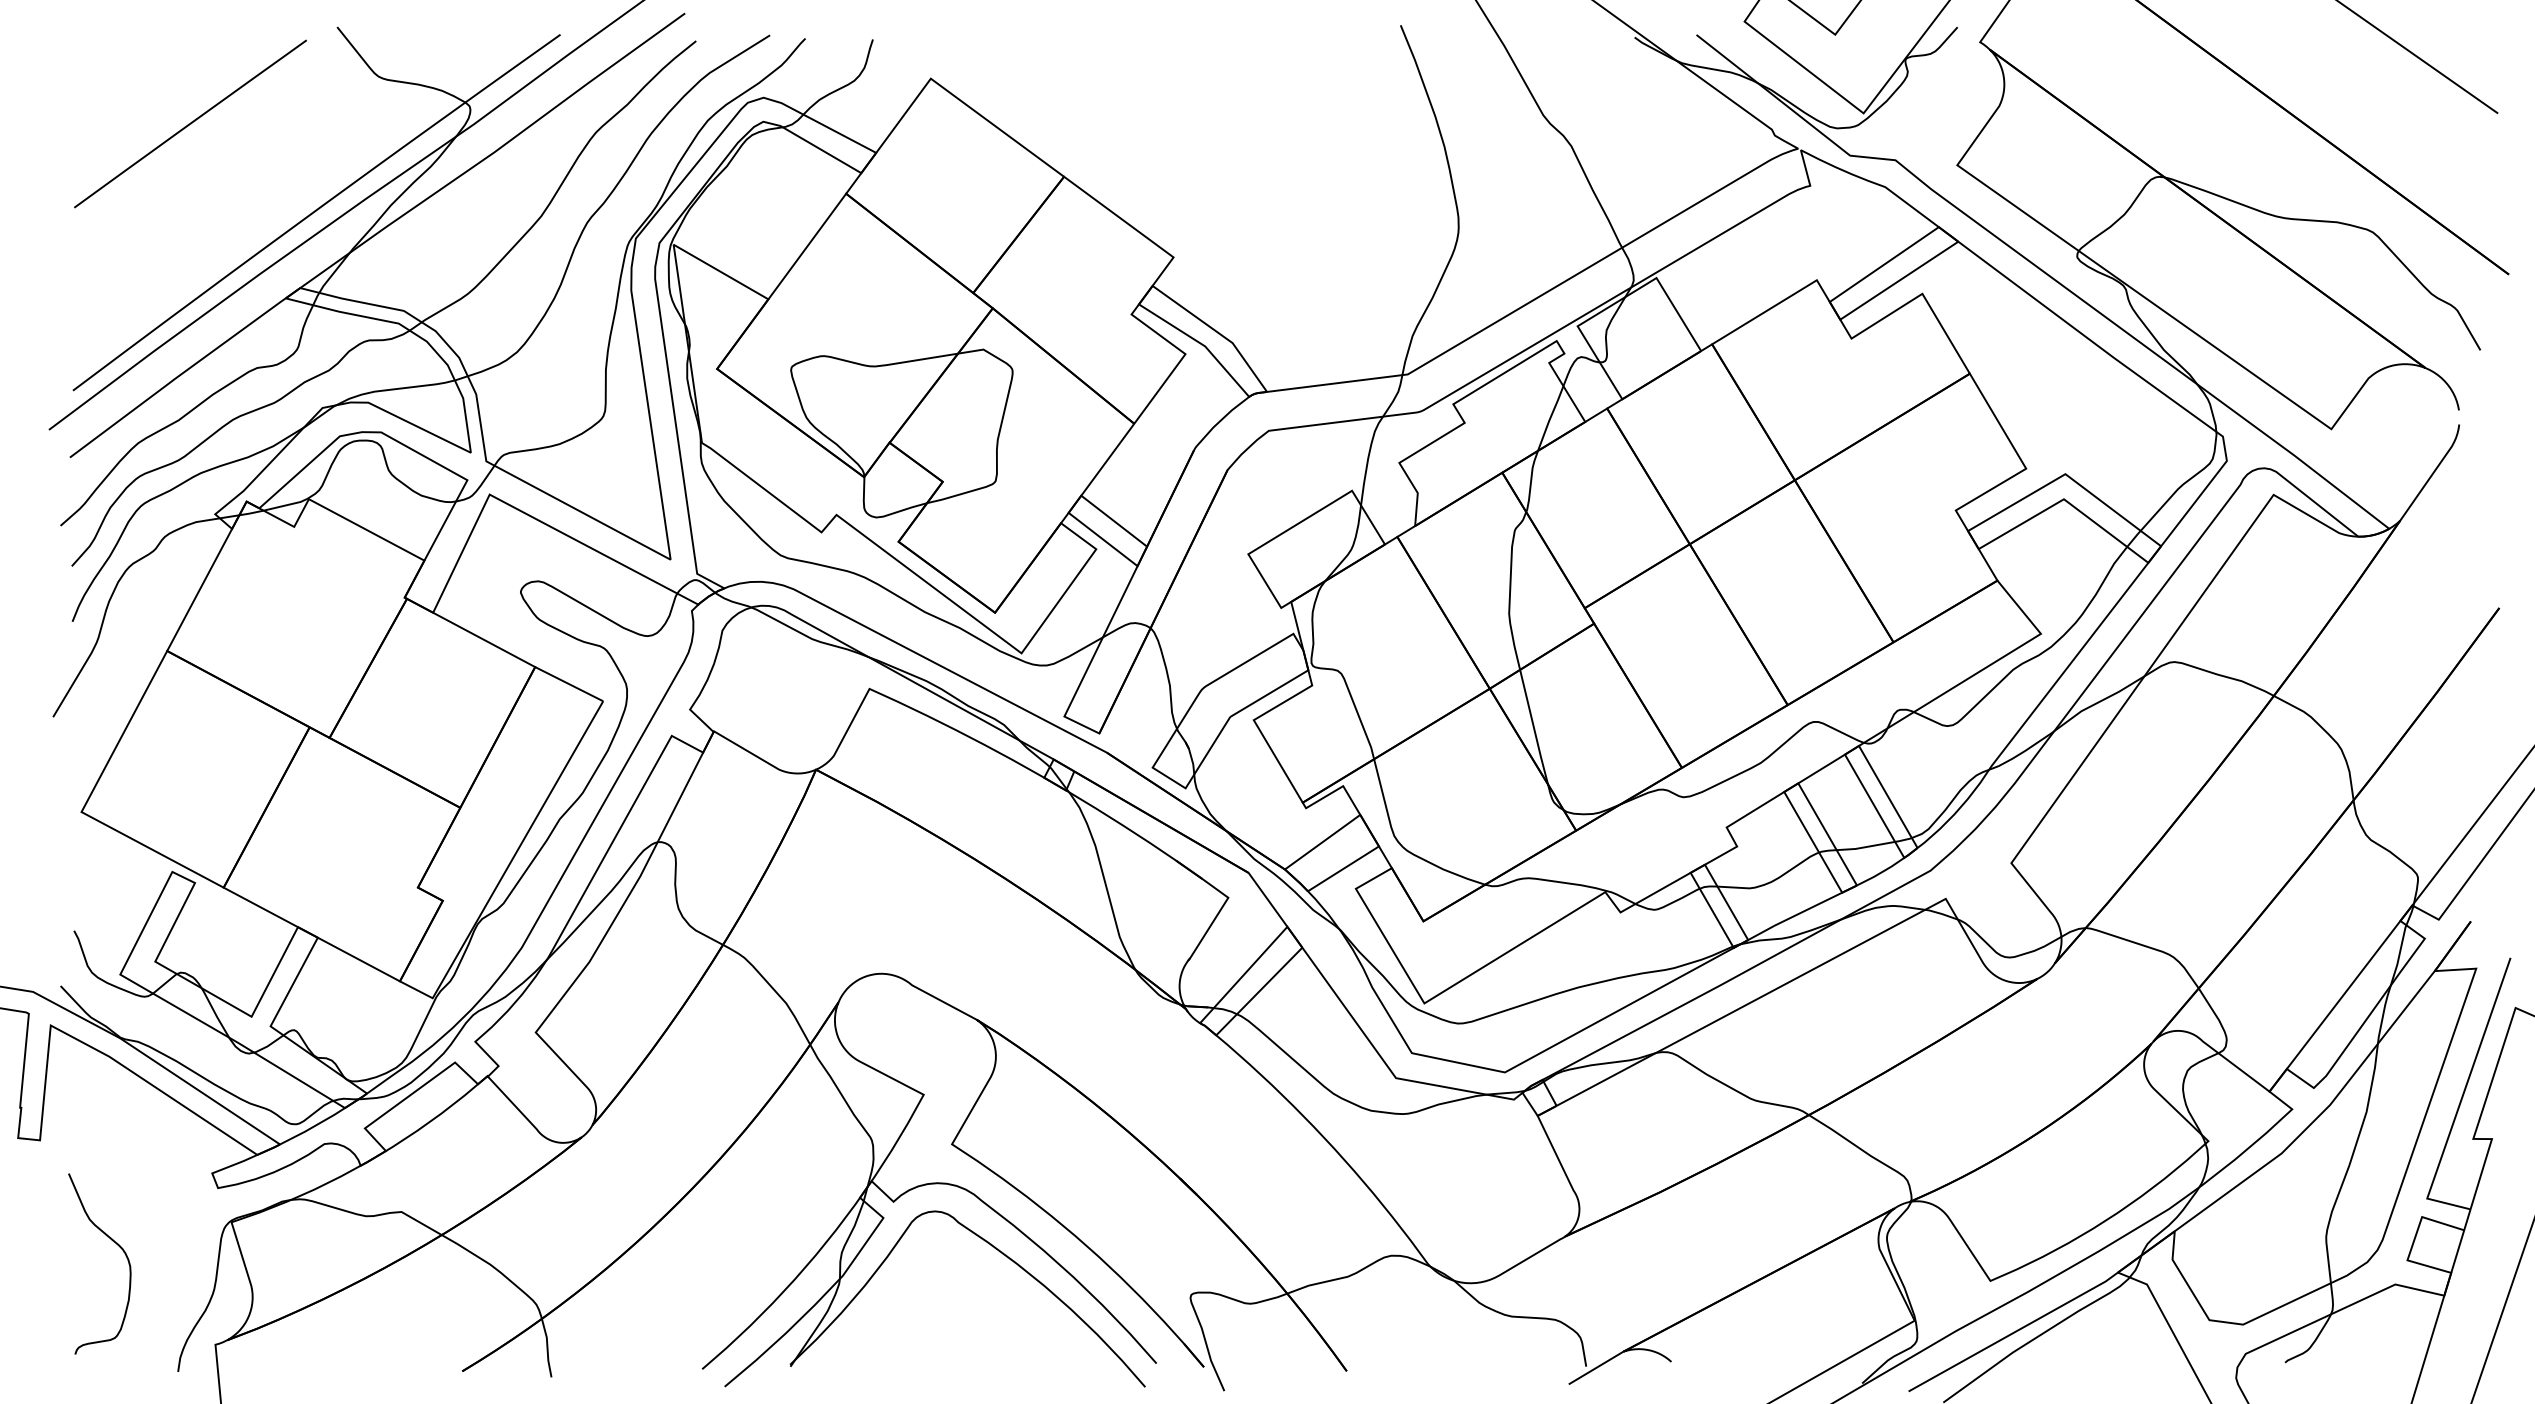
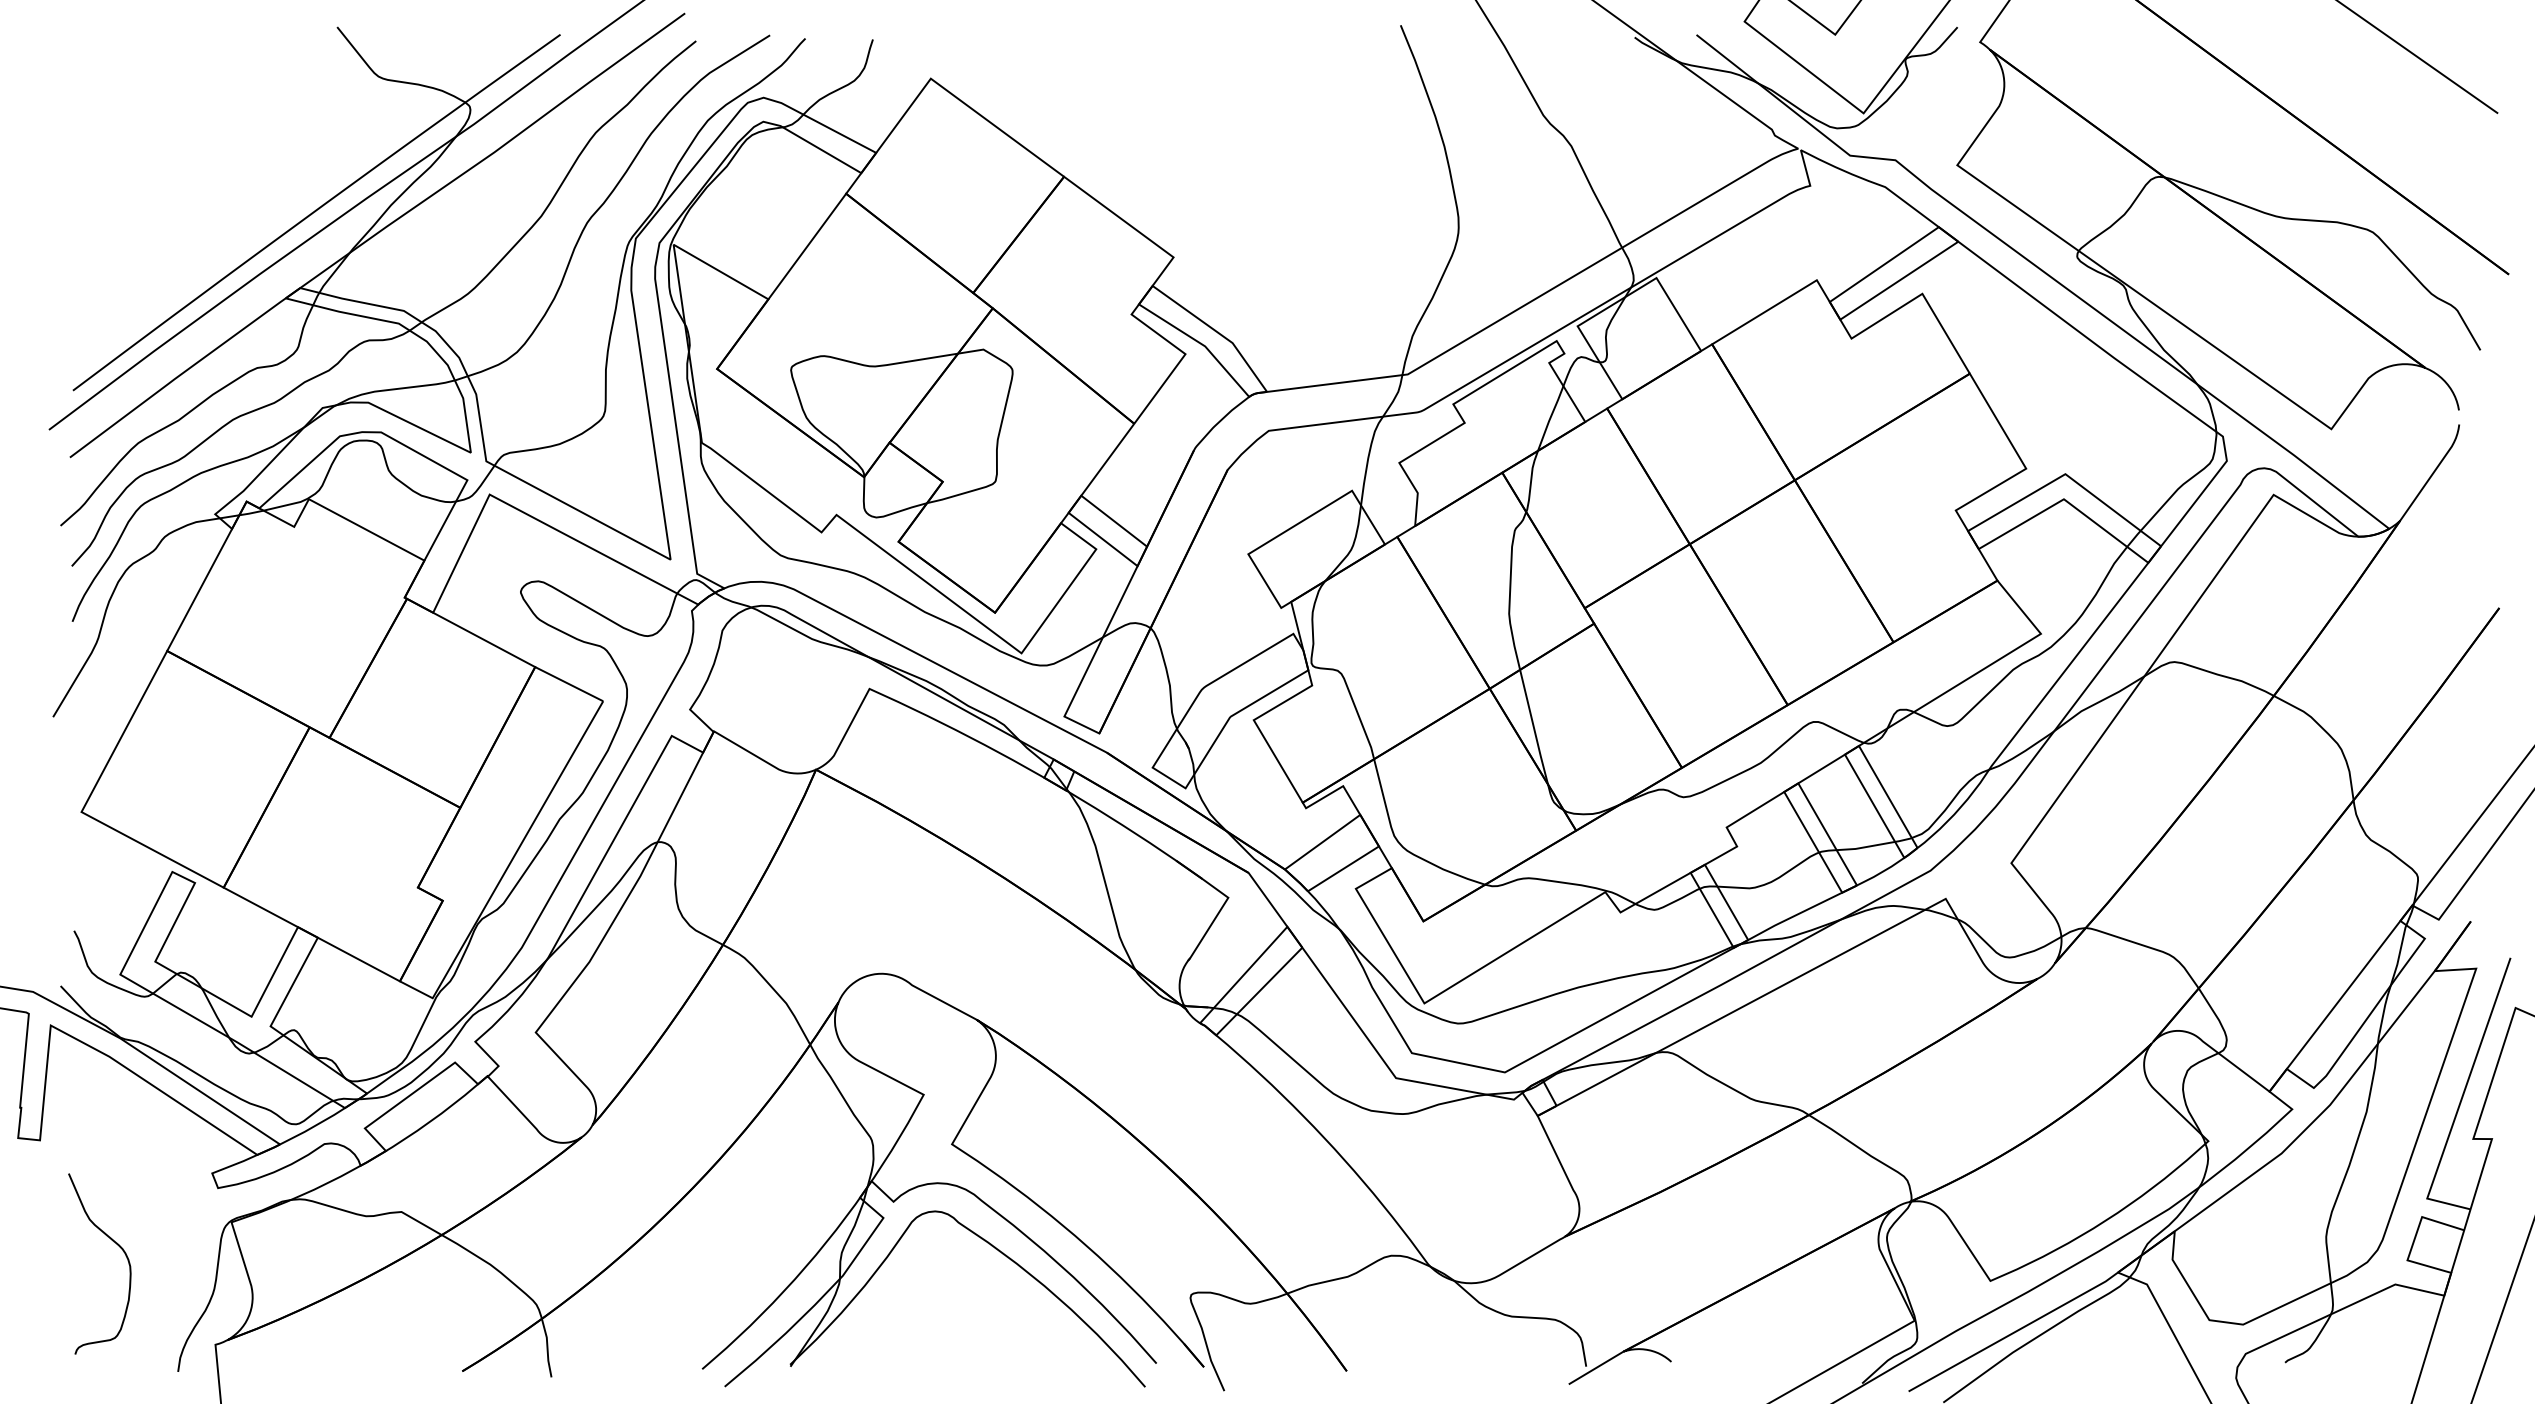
line at (190, 123): present -> none
